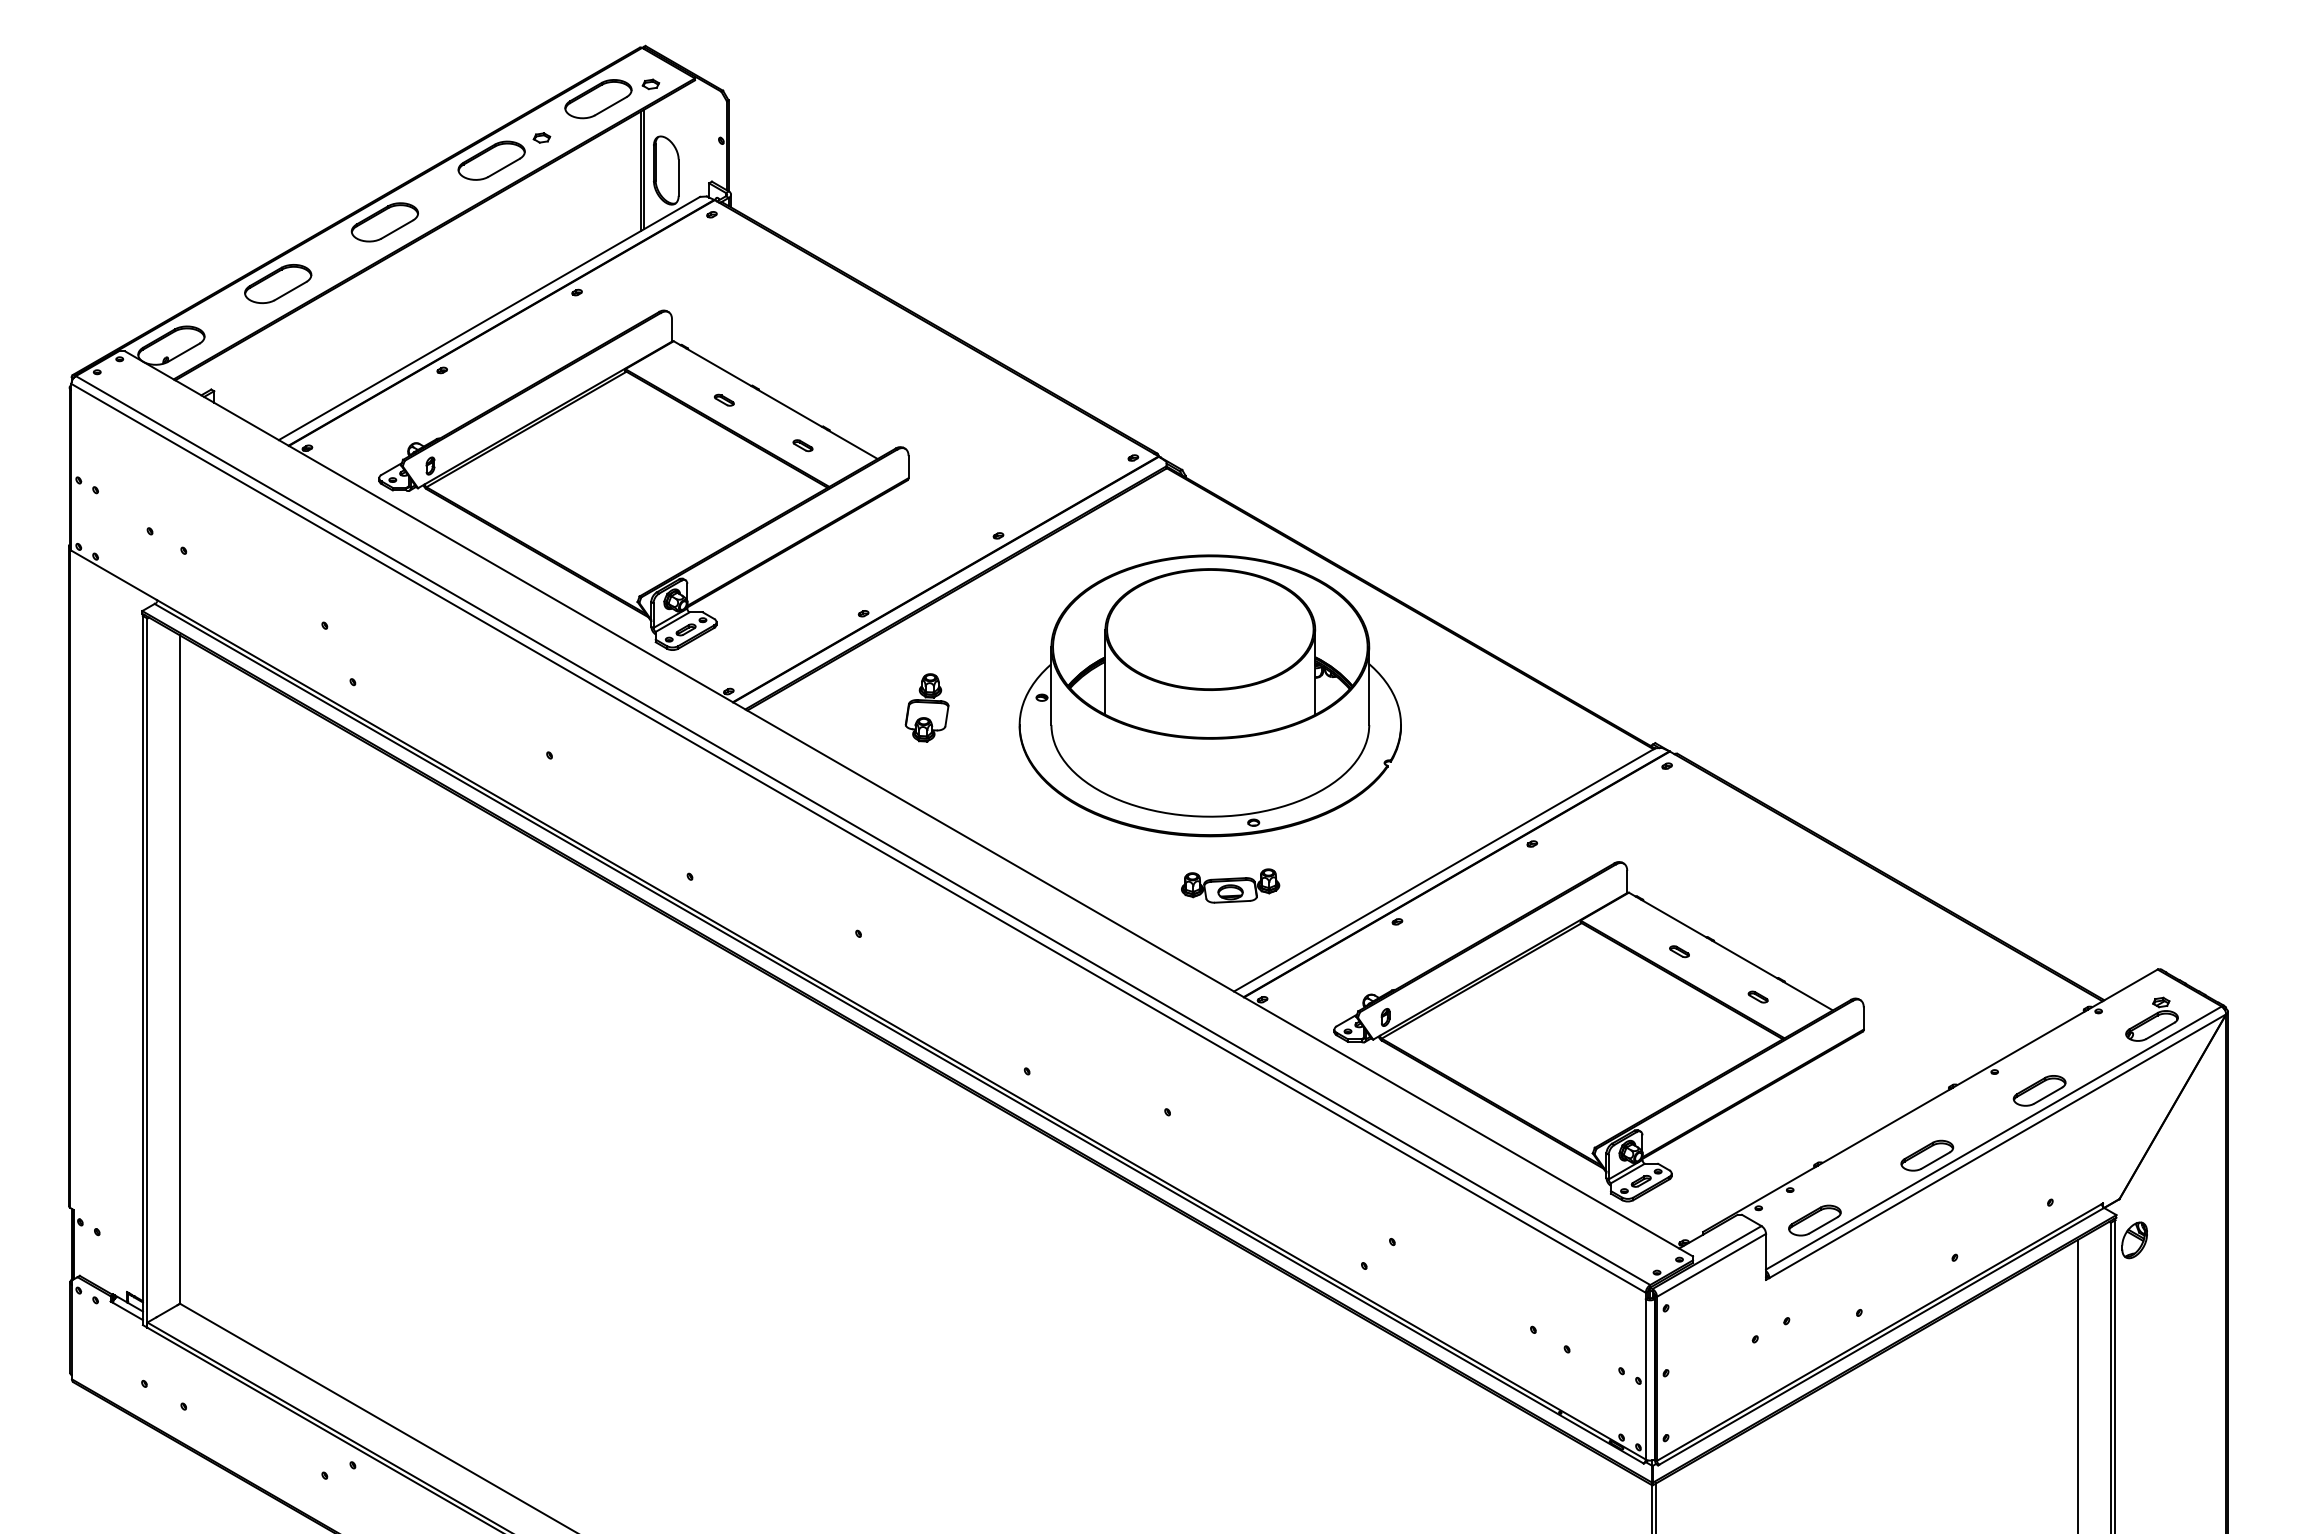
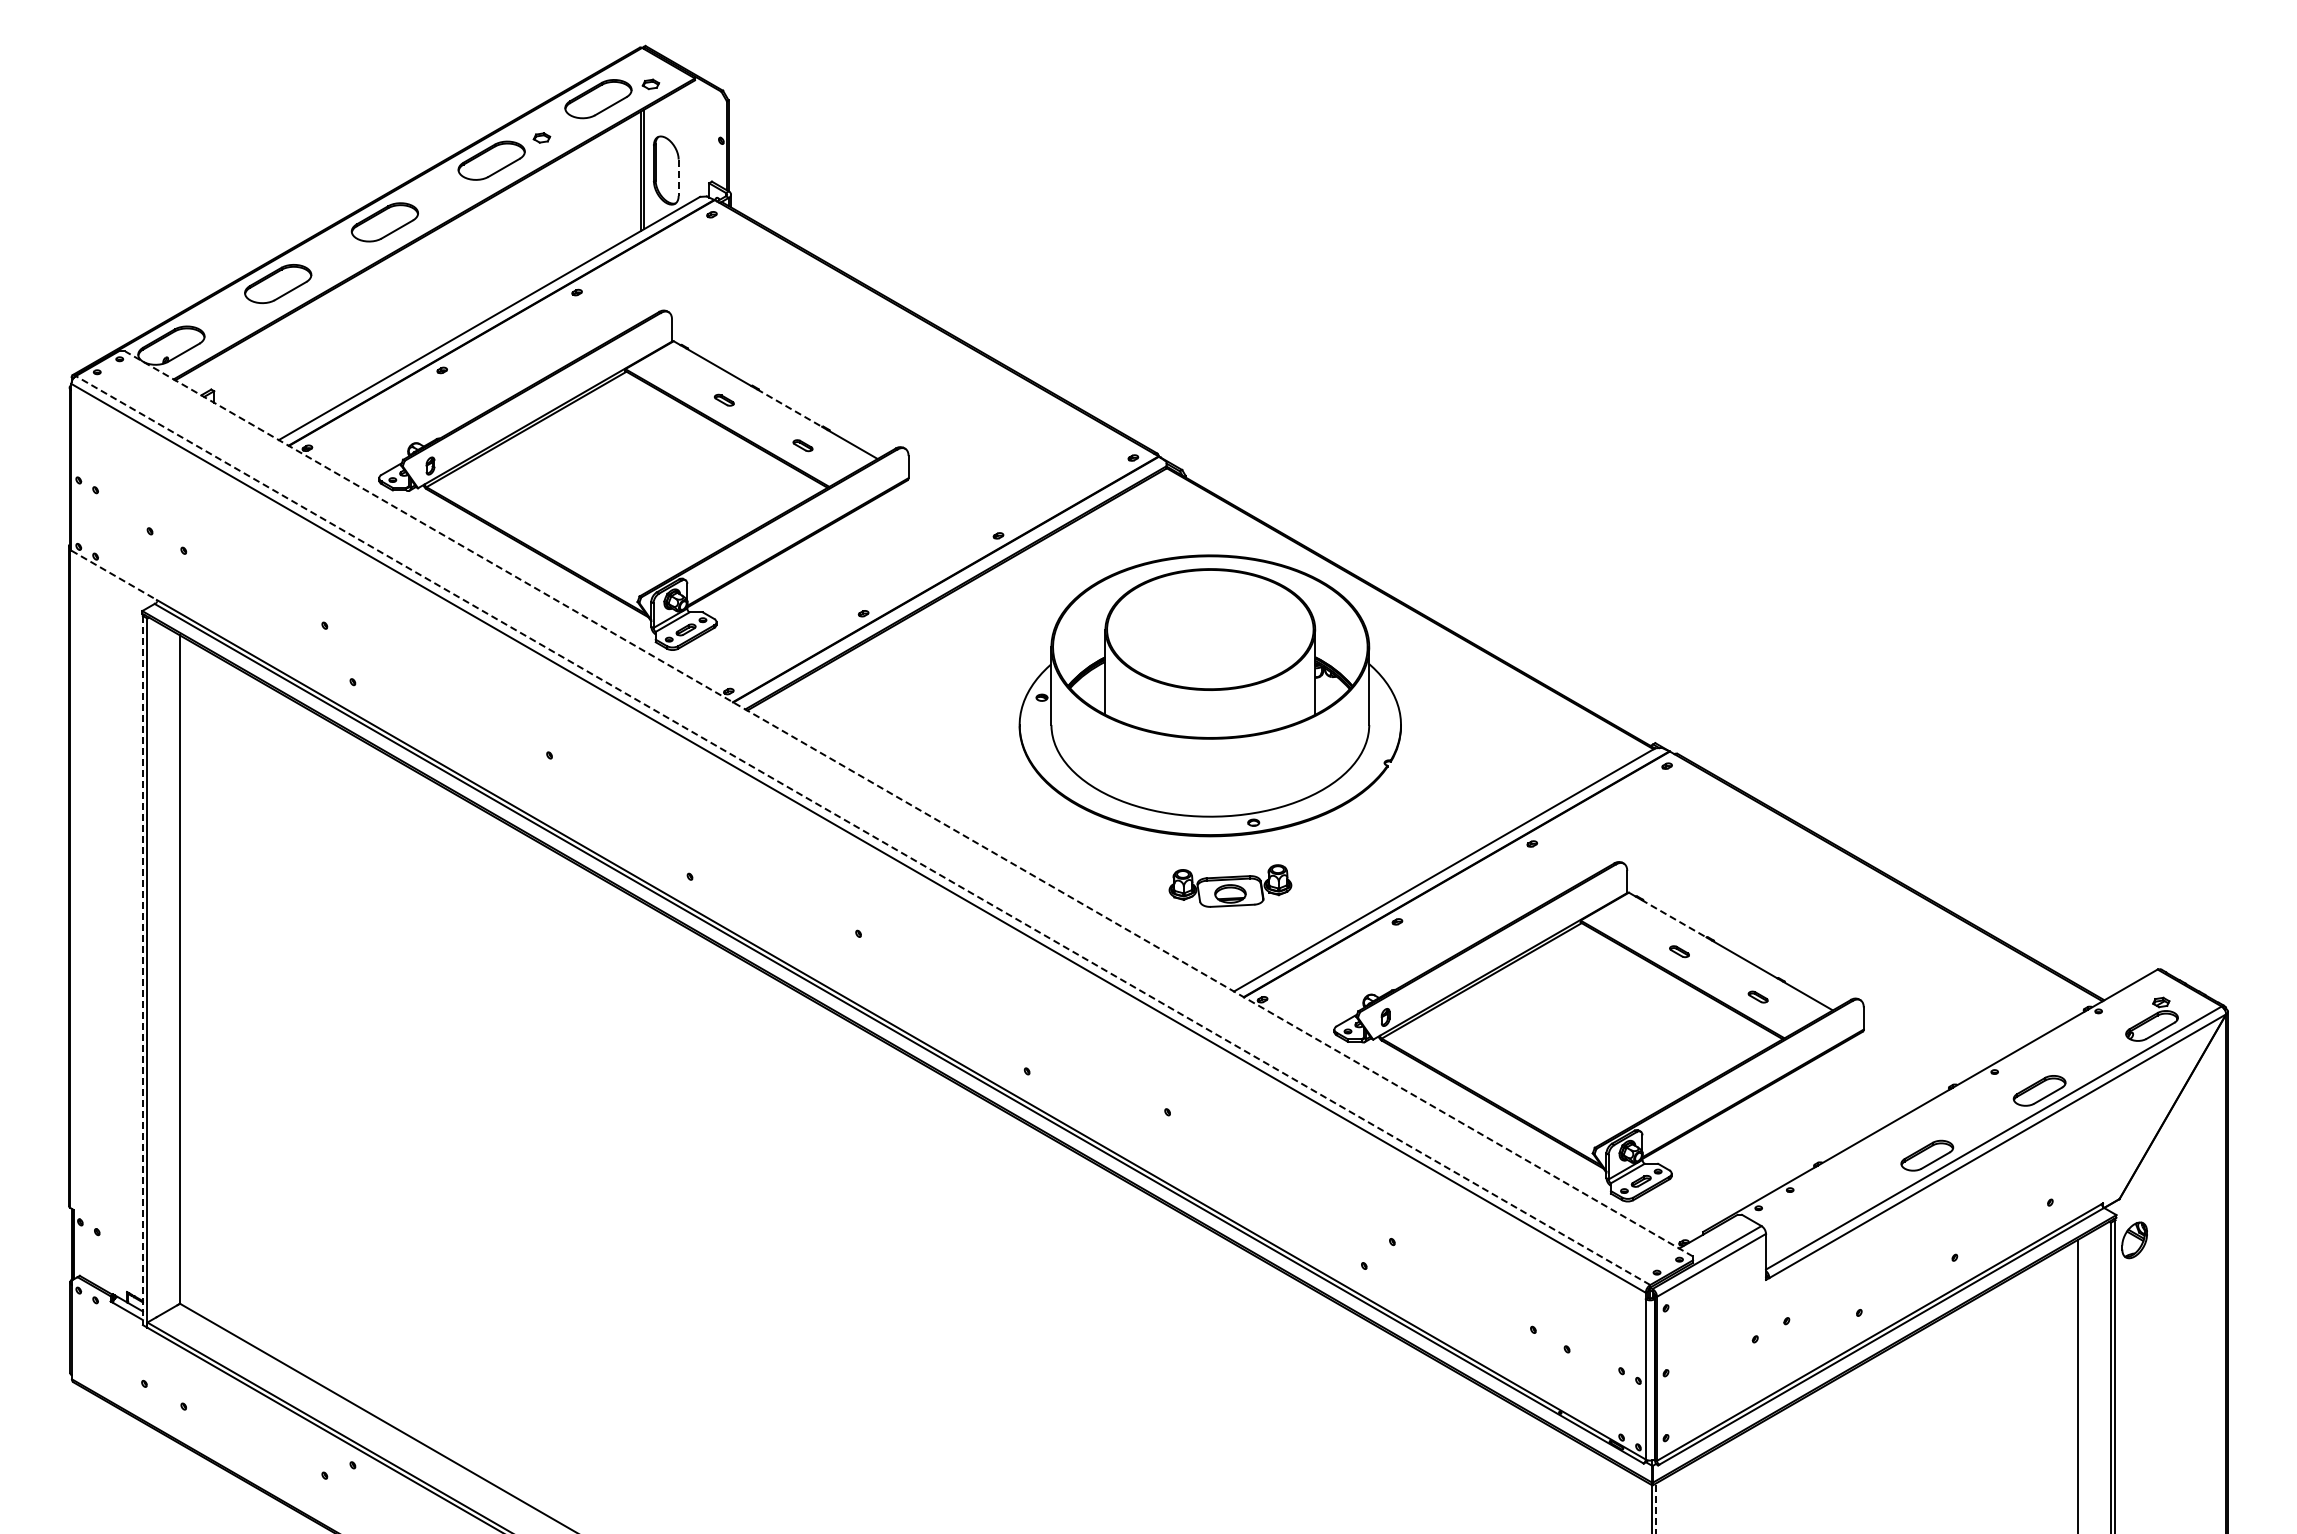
line at (678, 178): solid -> dashed
line at (789, 408): solid -> dashed
line at (114, 575): solid -> dashed
part at (926, 707): present -> none
line at (908, 803): solid -> dashed
line at (863, 830): solid -> dashed
part at (1230, 885) size: 100x36 px -> 125x44 px
line at (1673, 918): solid -> dashed
line at (142, 970): solid -> dashed
part at (1814, 1220): present -> none
line at (1656, 1508): solid -> dashed
